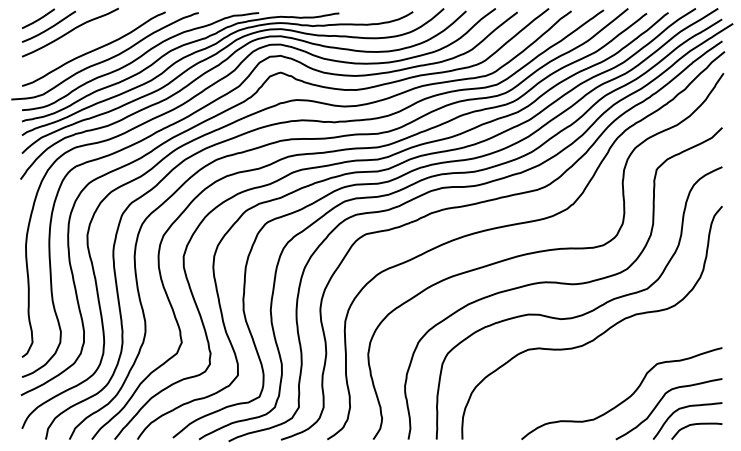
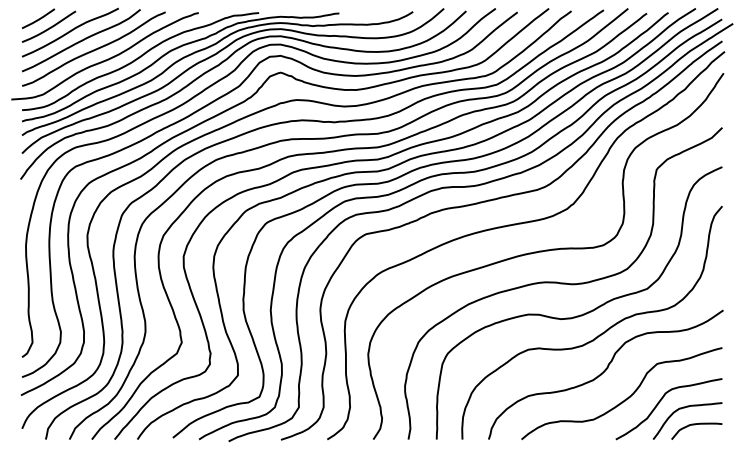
curve at (81, 40): none -> present
curve at (604, 372): none -> present
